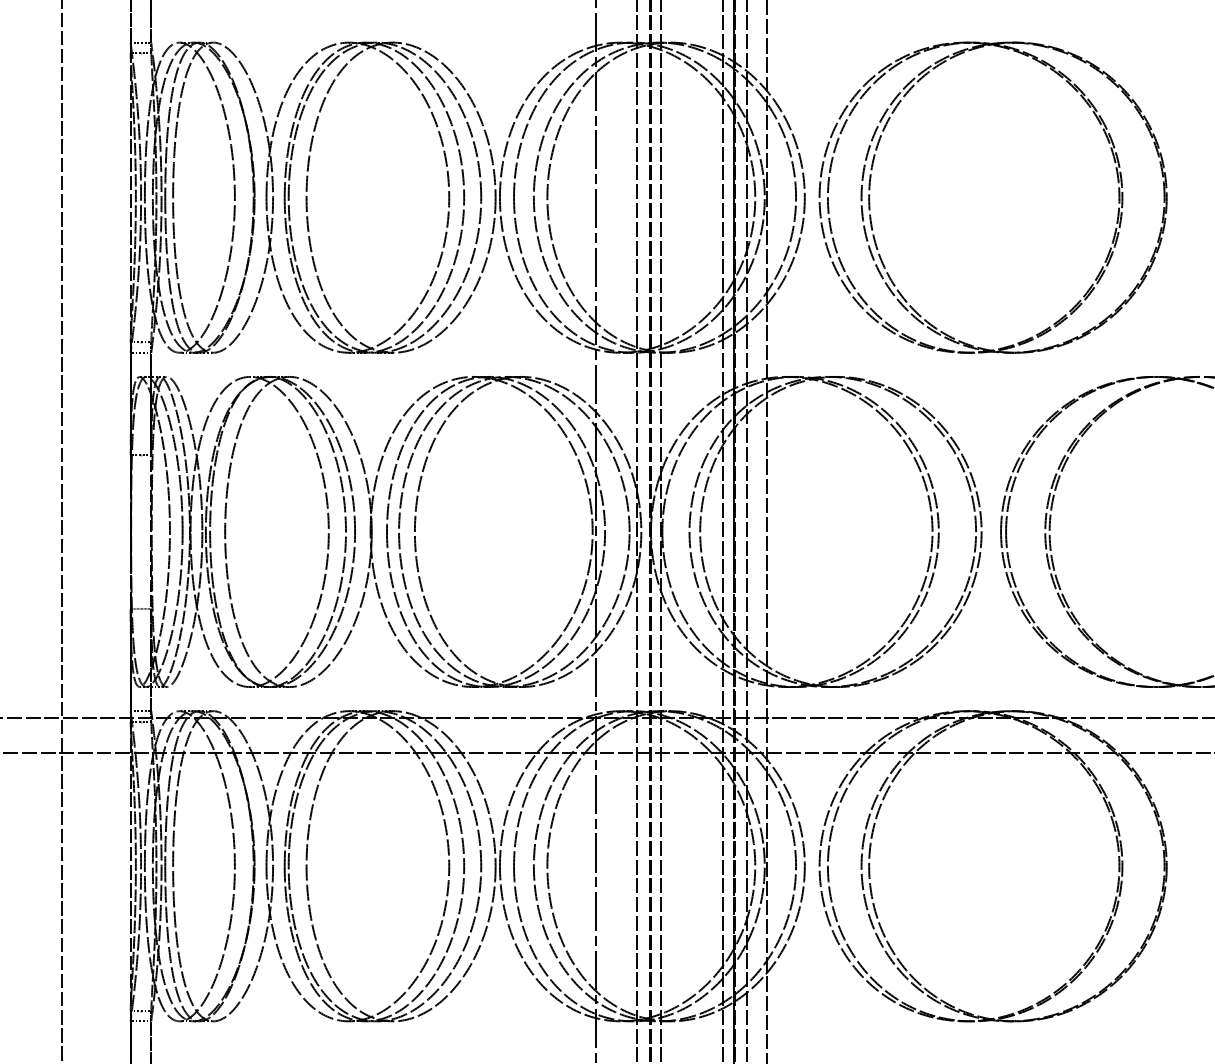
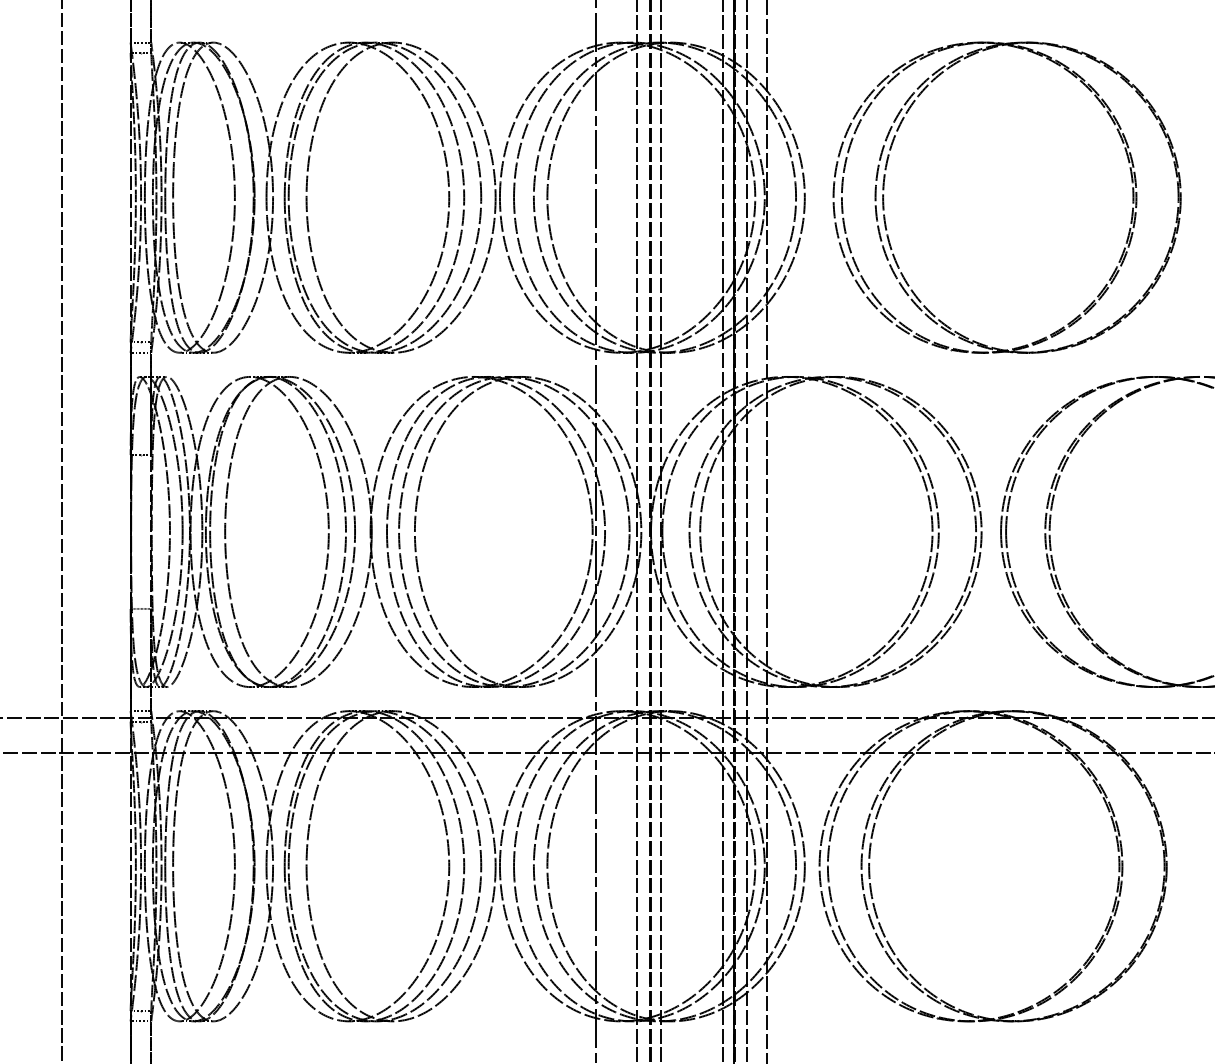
part at (870, 195) position: (870, 195) -> (884, 195)
